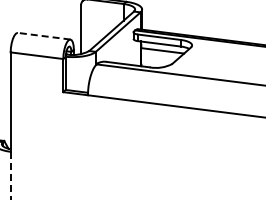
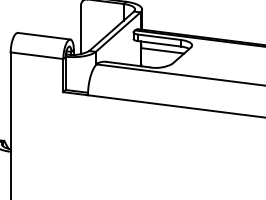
line at (44, 36): dashed -> solid
line at (10, 175): dashed -> solid
